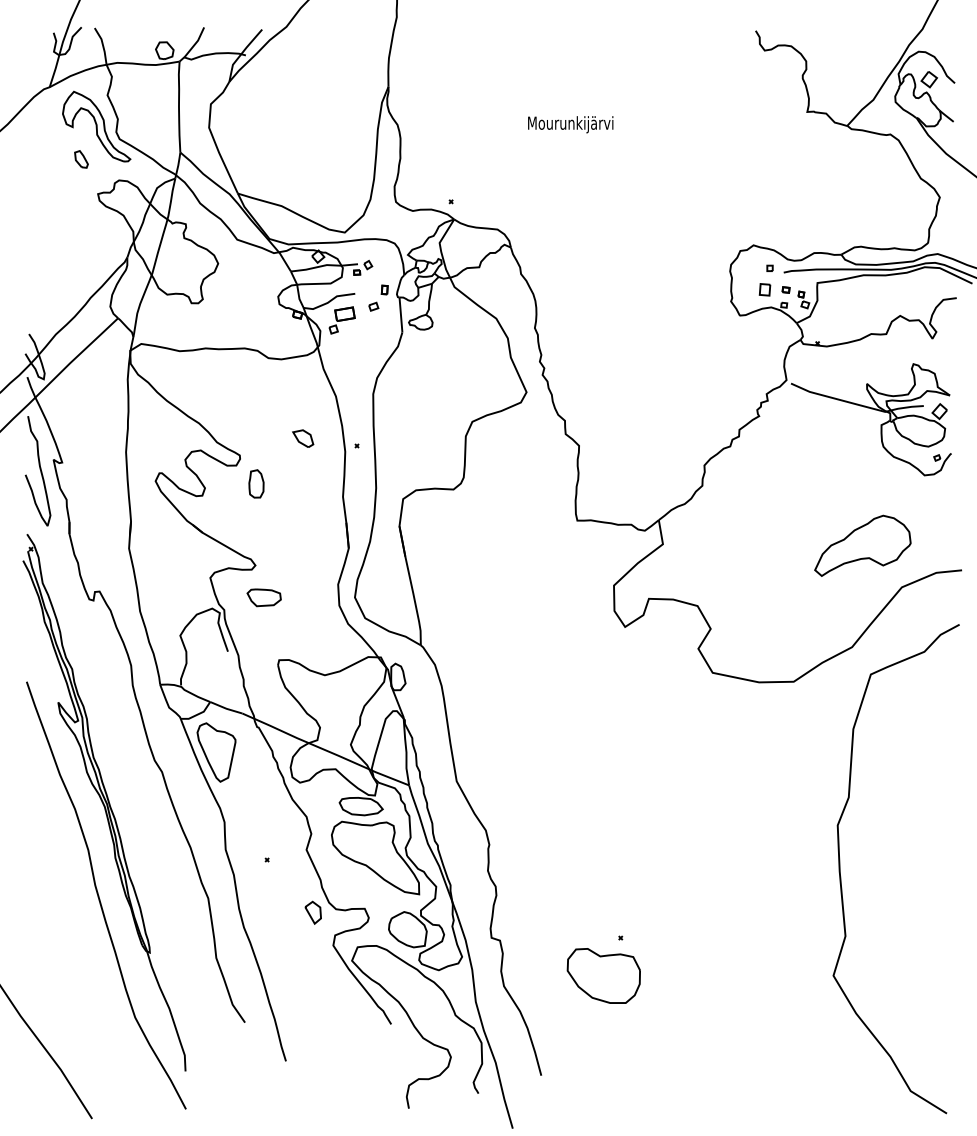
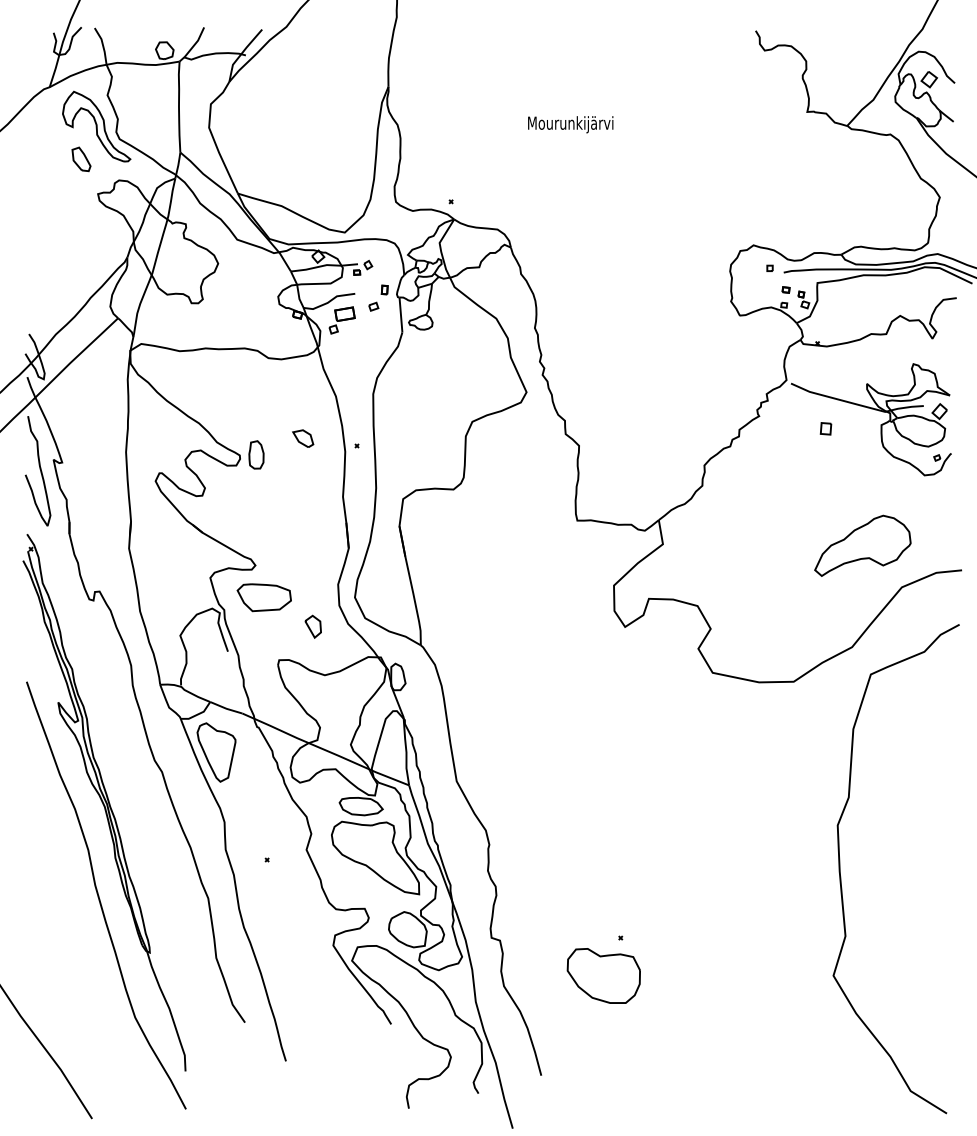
part at (81, 159) size: 15x19 px -> 21x27 px
part at (764, 289) position: (764, 289) -> (825, 428)
part at (256, 483) position: (256, 483) -> (256, 454)
part at (263, 597) size: 36x20 px -> 56x30 px
part at (312, 912) position: (312, 912) -> (312, 626)
